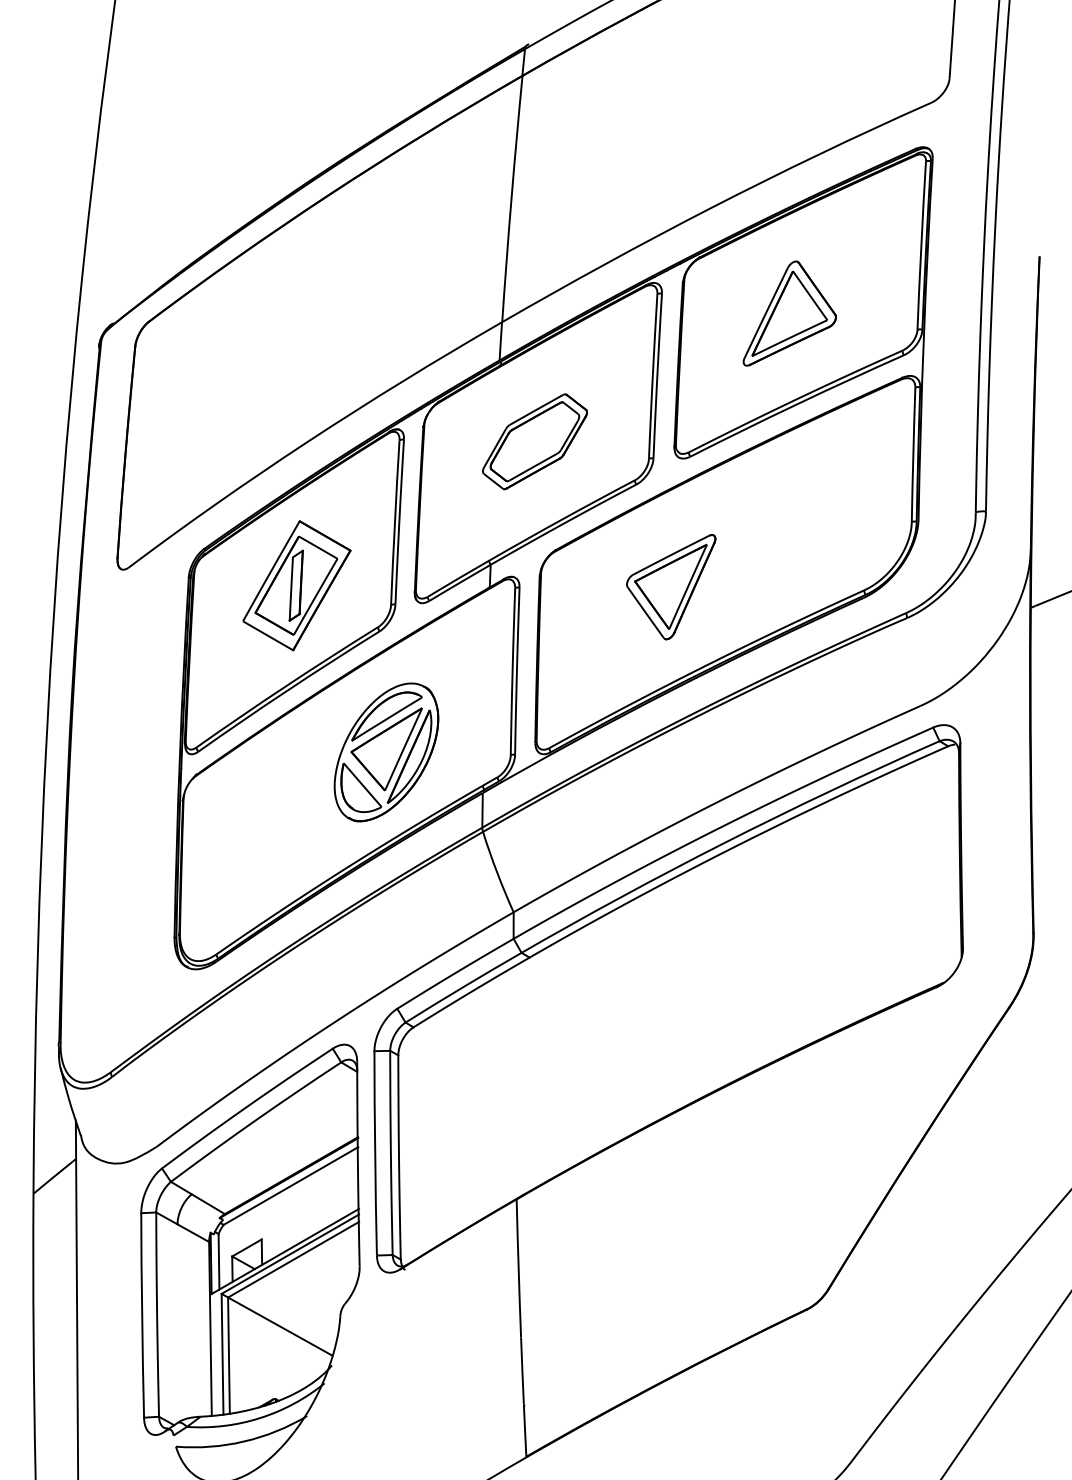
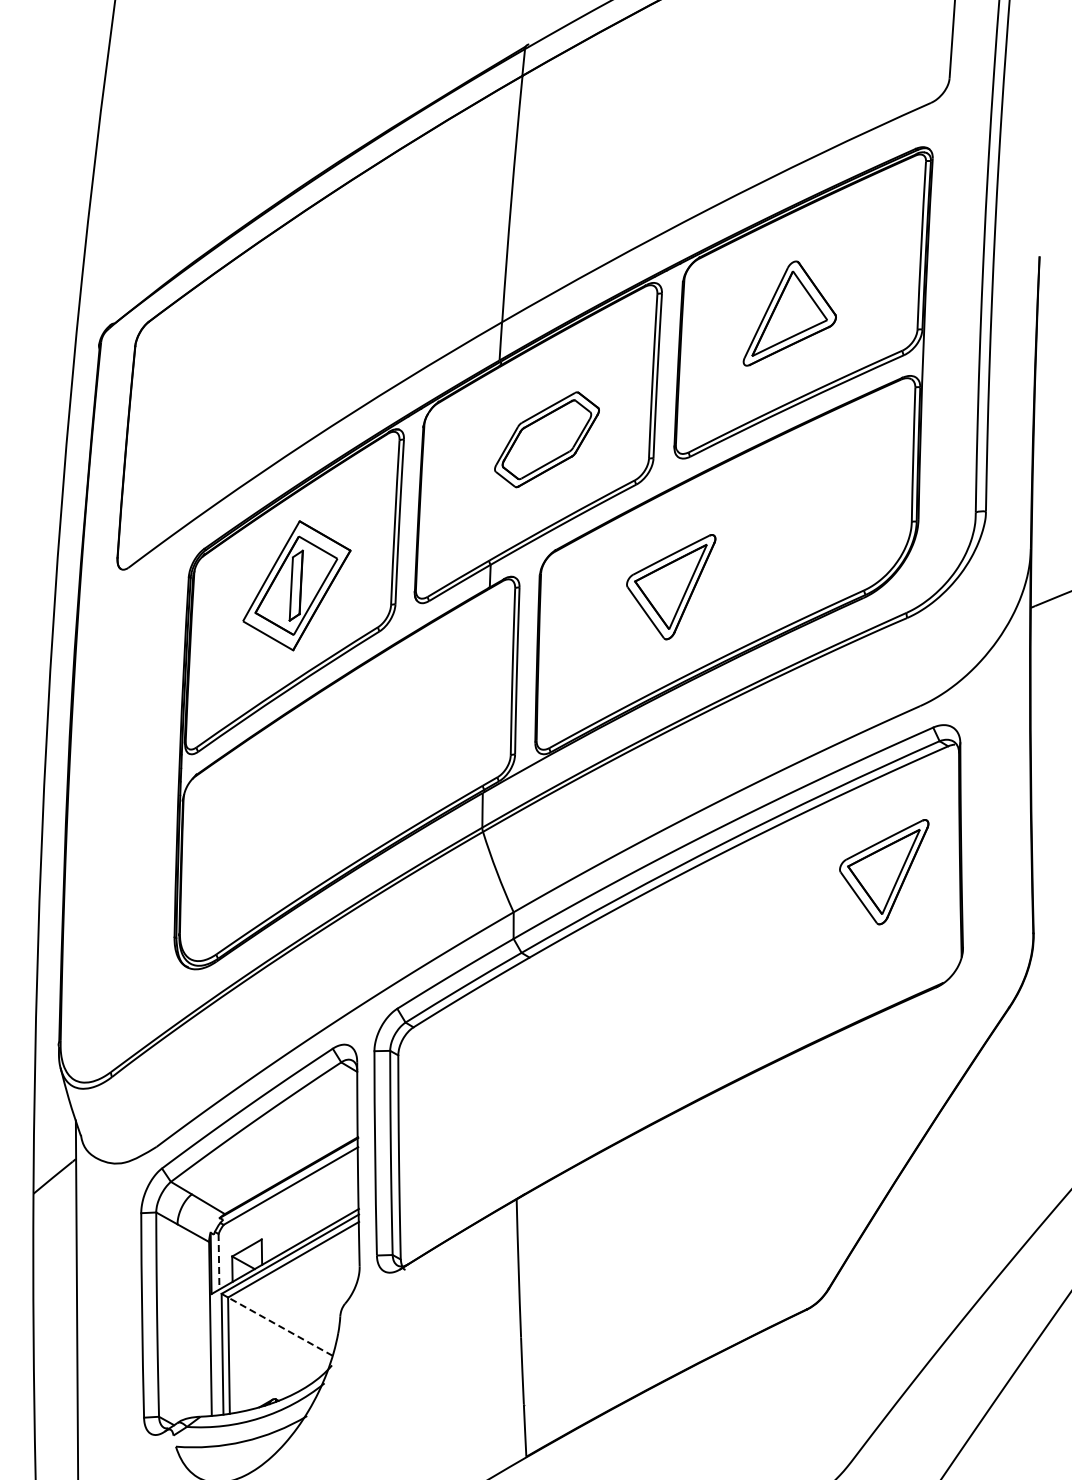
part at (534, 441) position: (534, 441) -> (546, 439)
part at (386, 752): present -> none
part at (884, 872): none -> present
line at (219, 1261): solid -> dashed
line at (280, 1326): solid -> dashed
